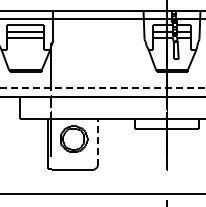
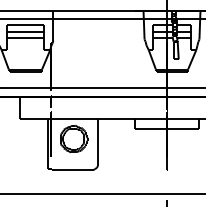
line at (102, 88): dashed -> solid
line at (97, 142): dashed -> solid
